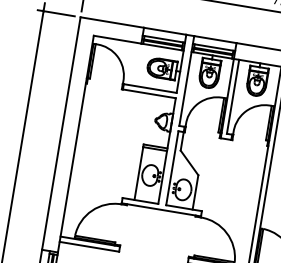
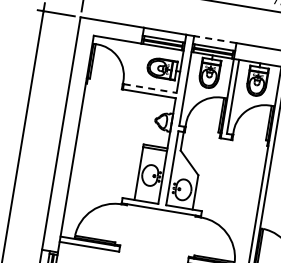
line at (214, 39): solid -> dashed
line at (150, 88): solid -> dashed
